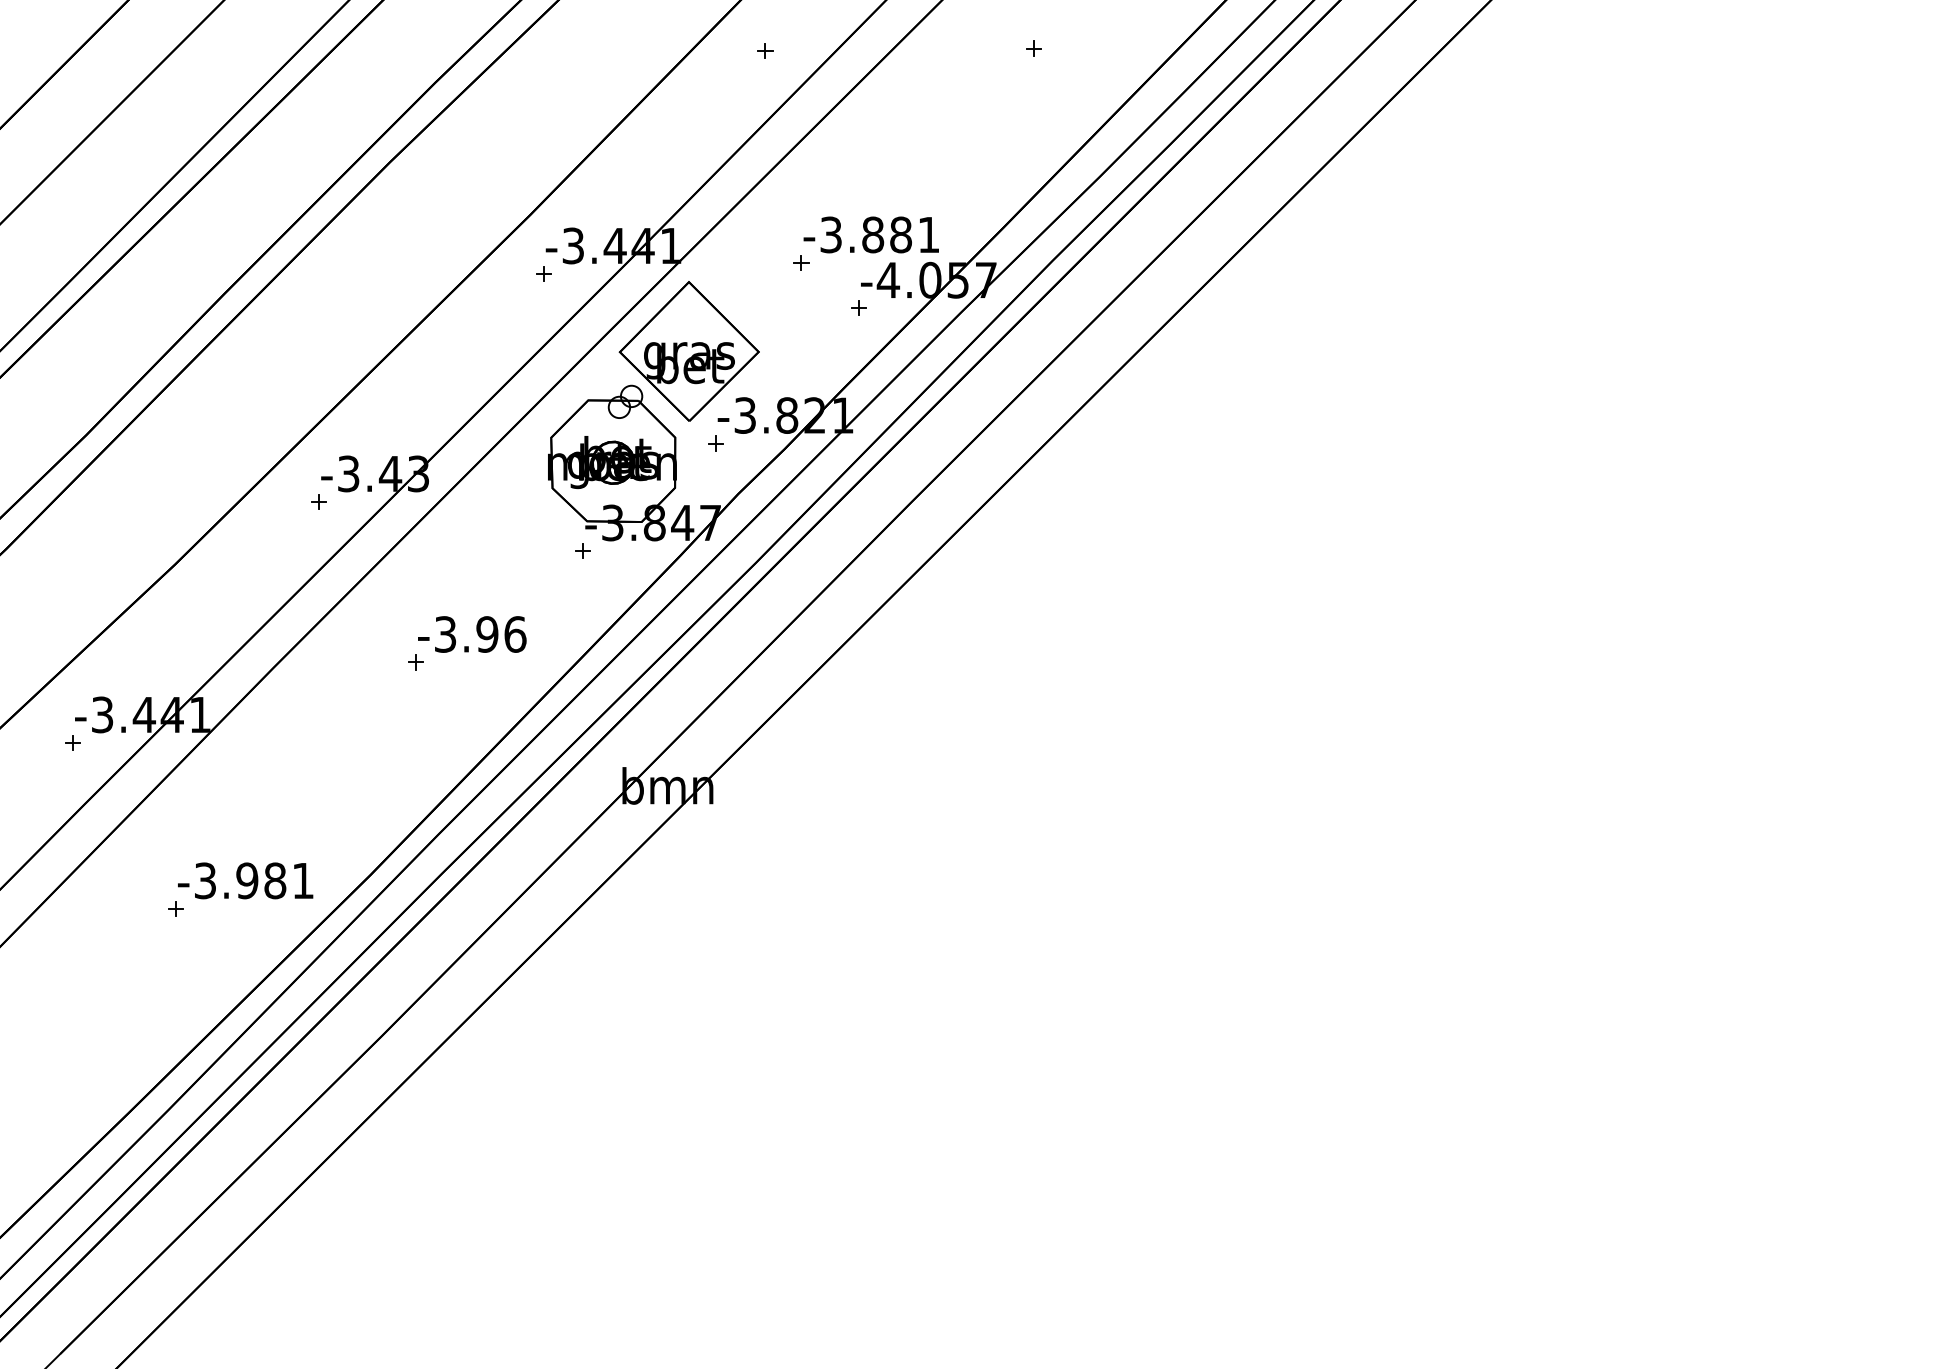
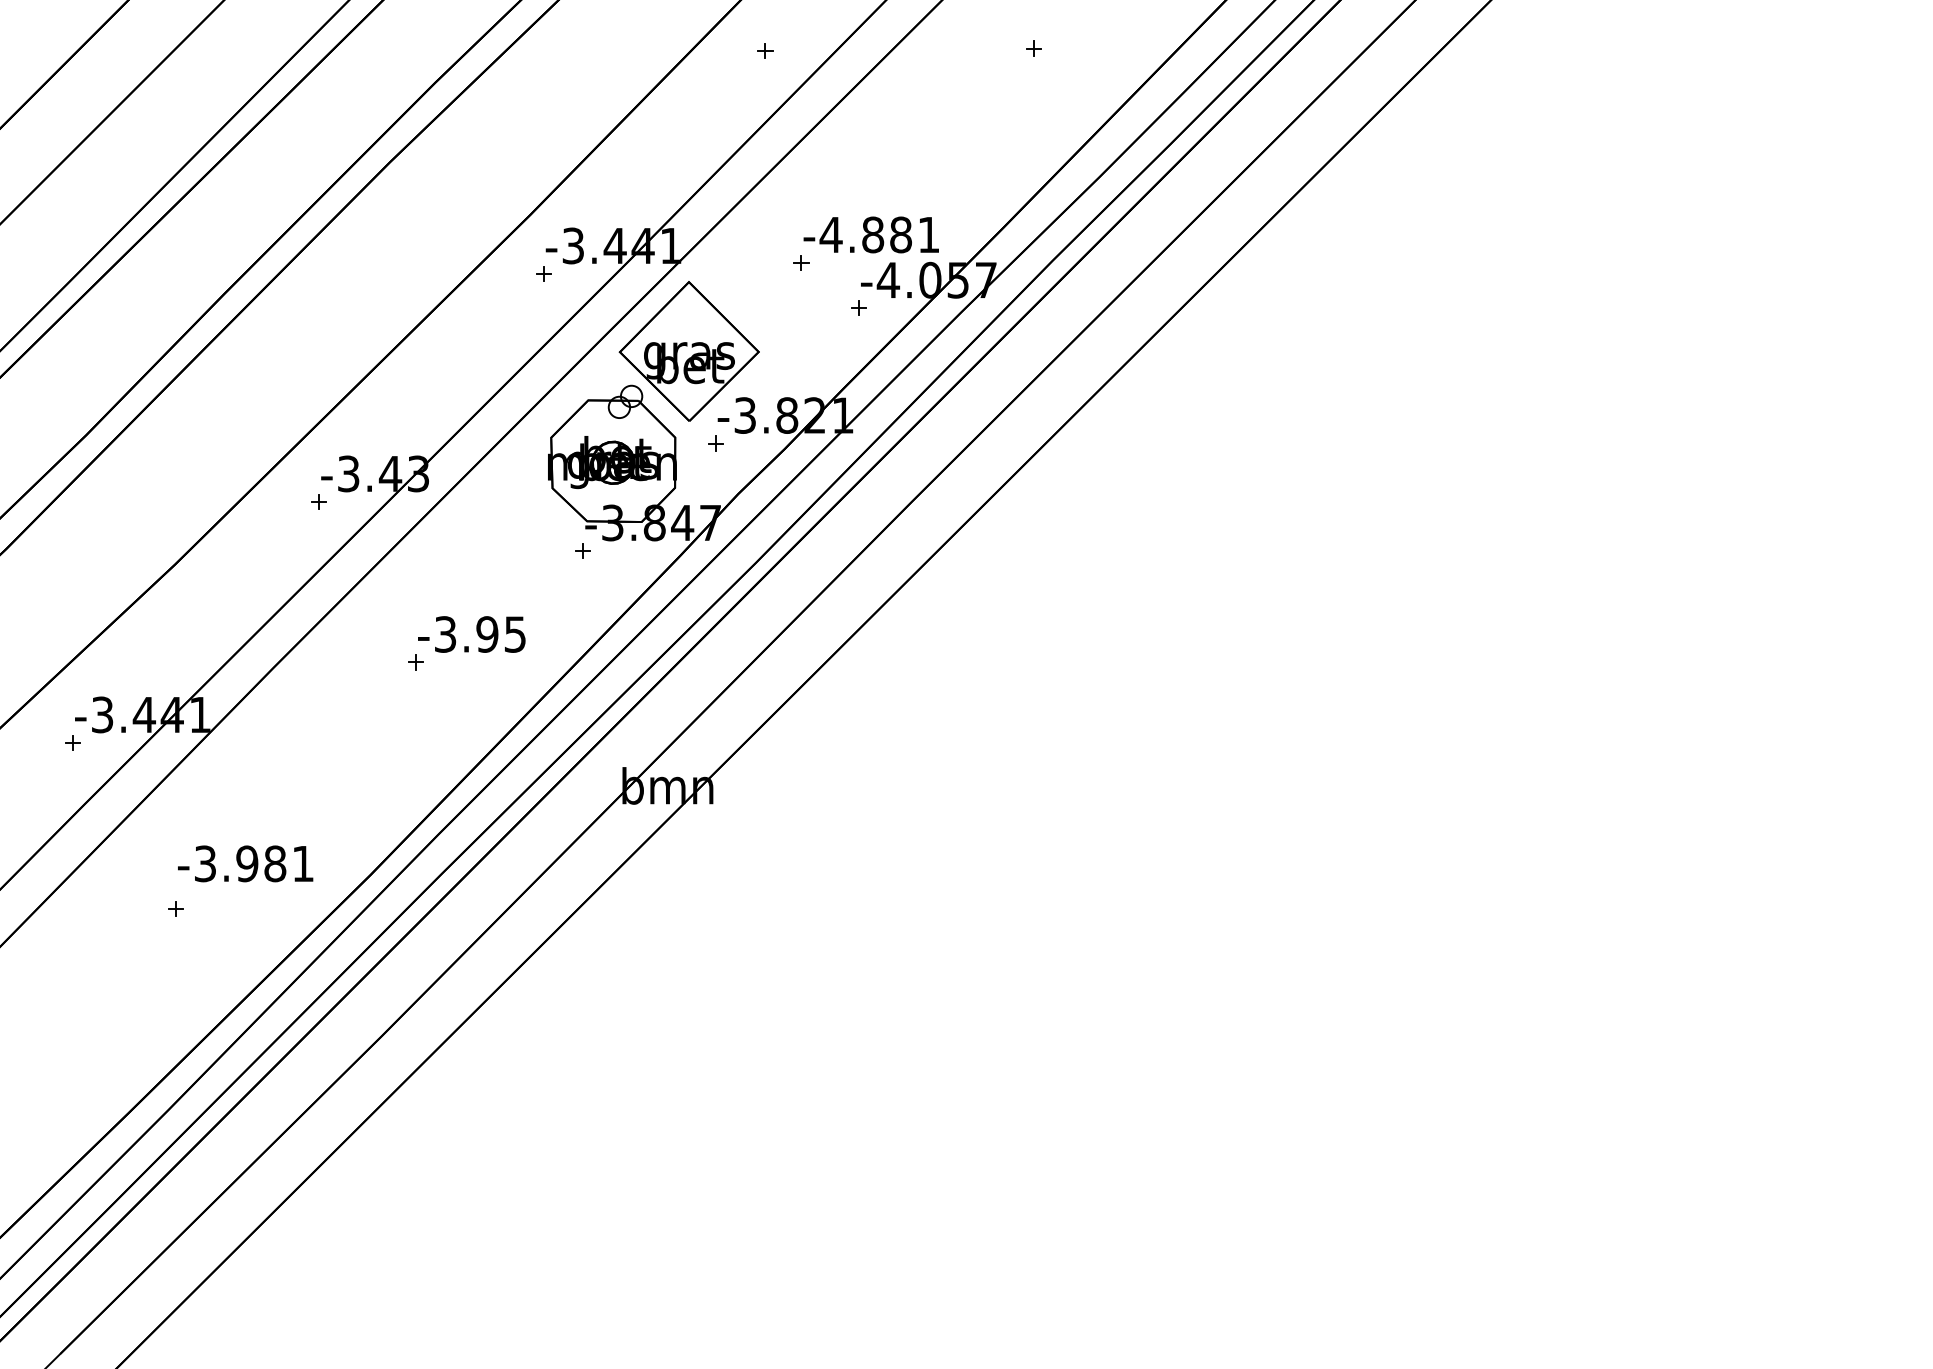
text at (830, 234): -3.881 -> -4.881
text at (515, 634): -3.96 -> -3.95
text at (245, 880) position: (245, 880) -> (245, 863)
